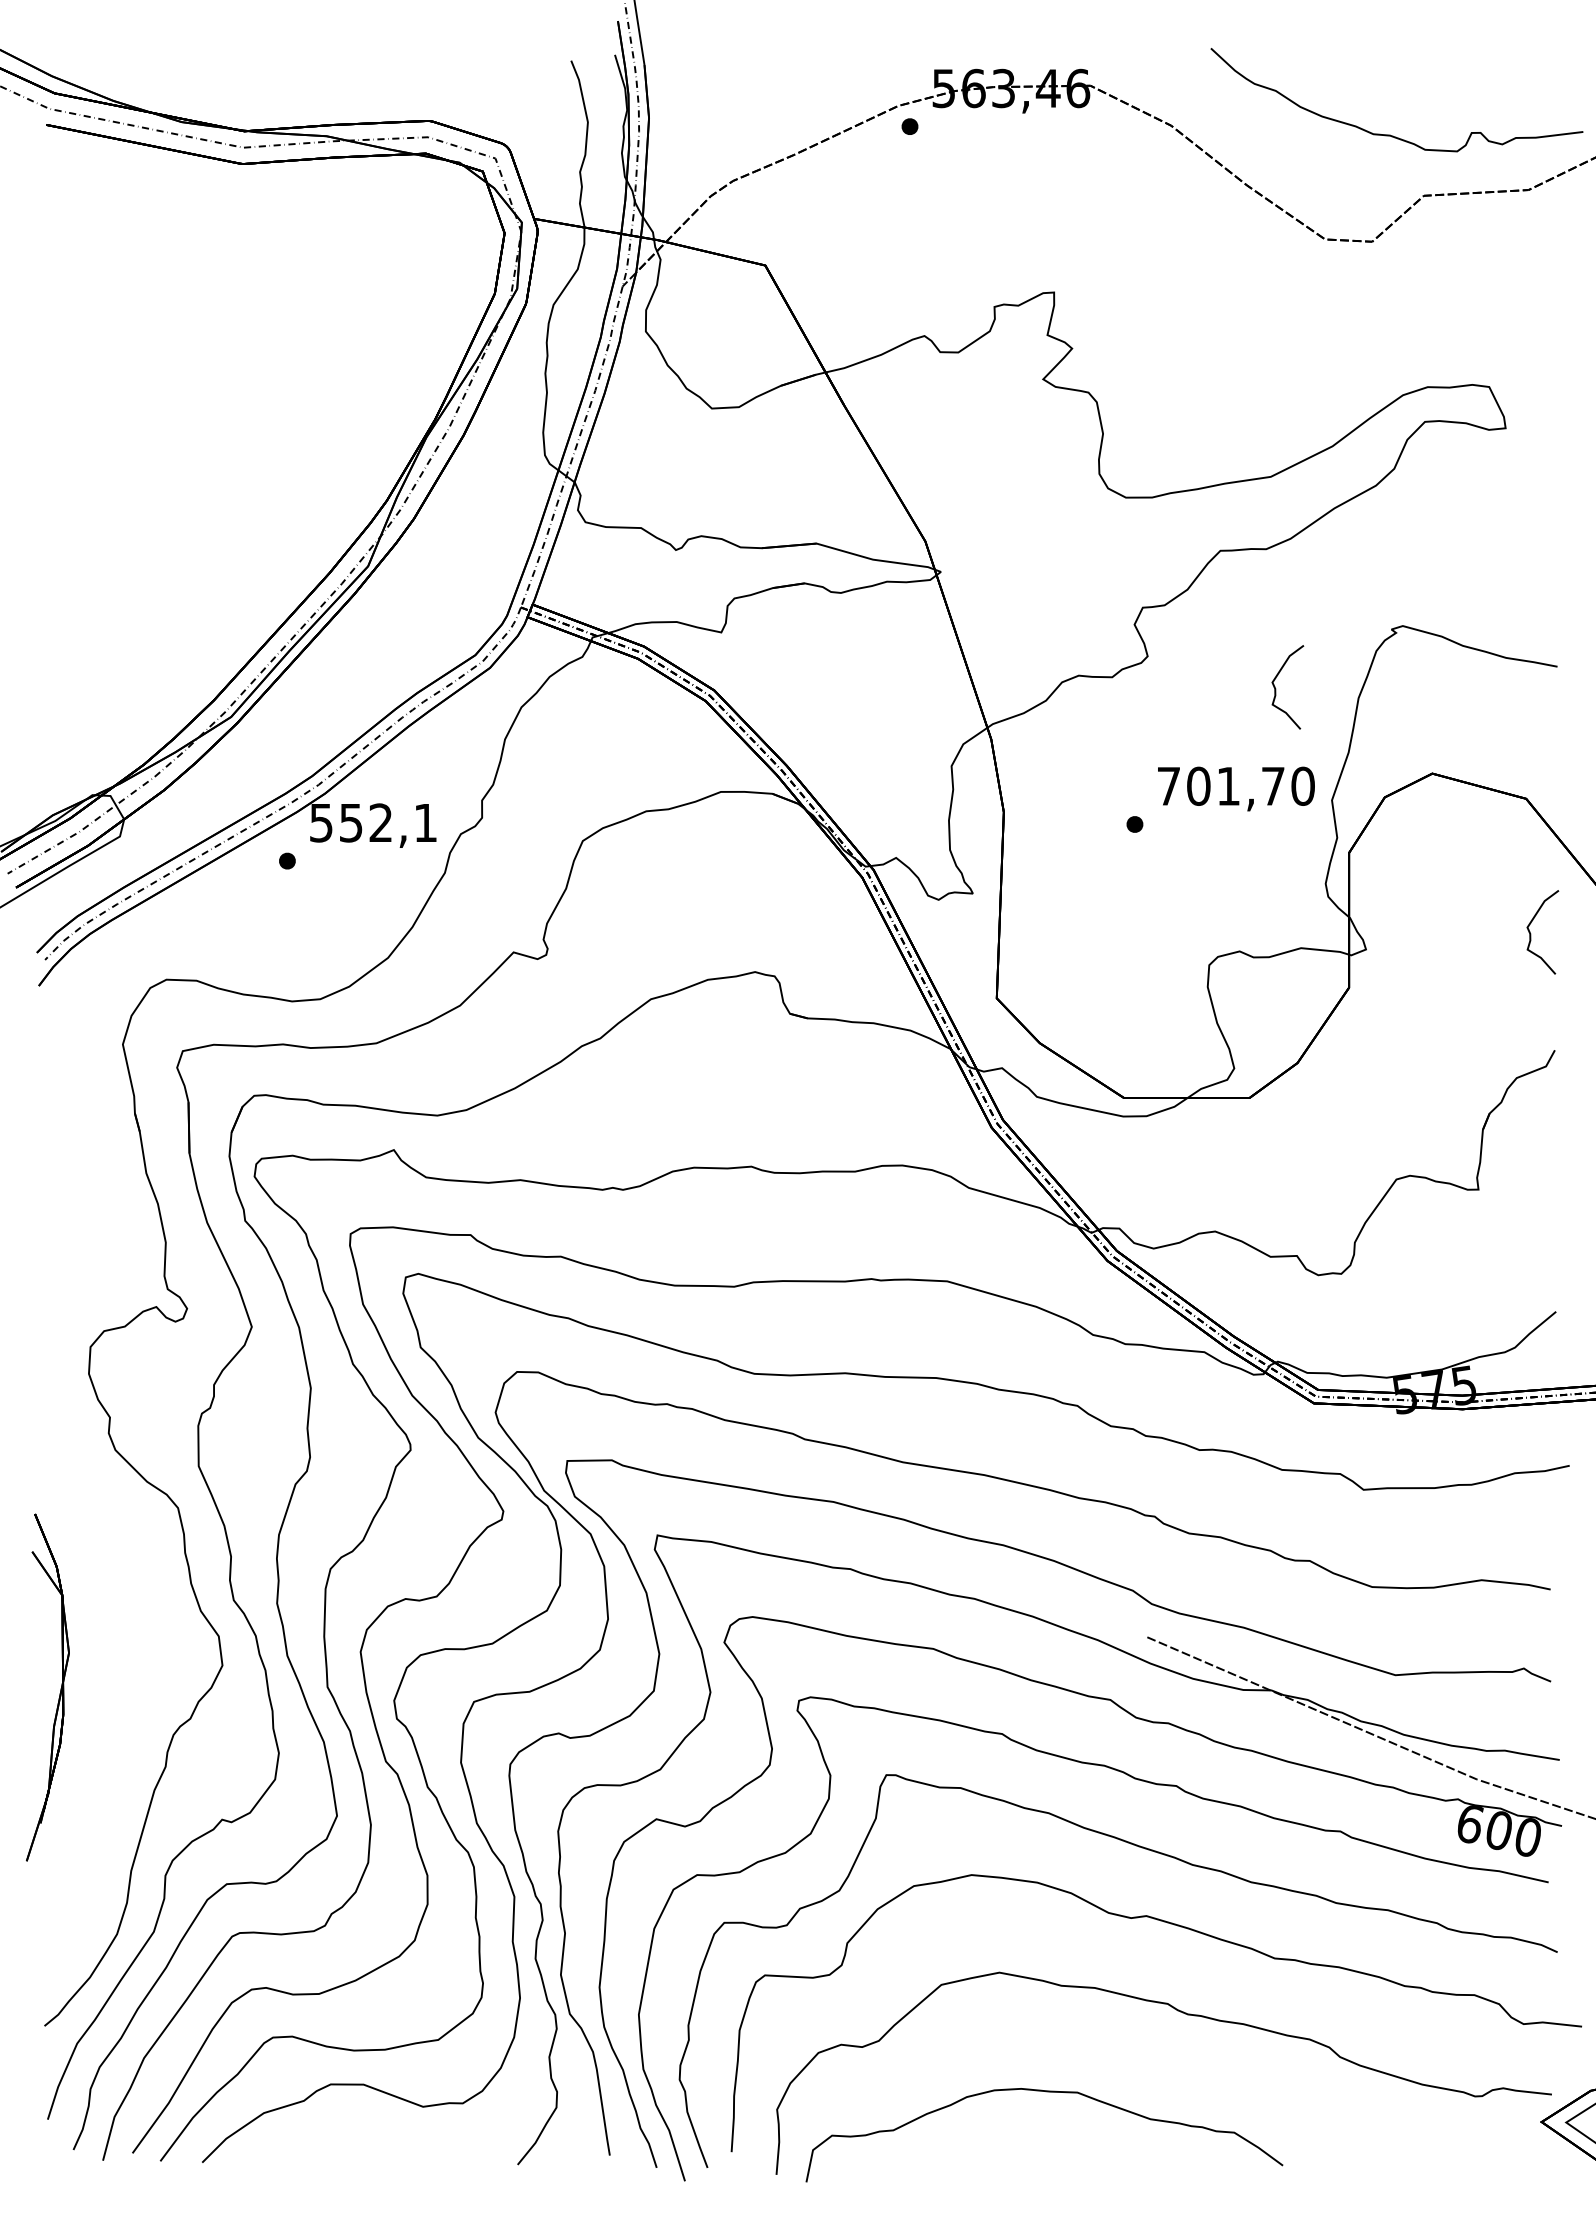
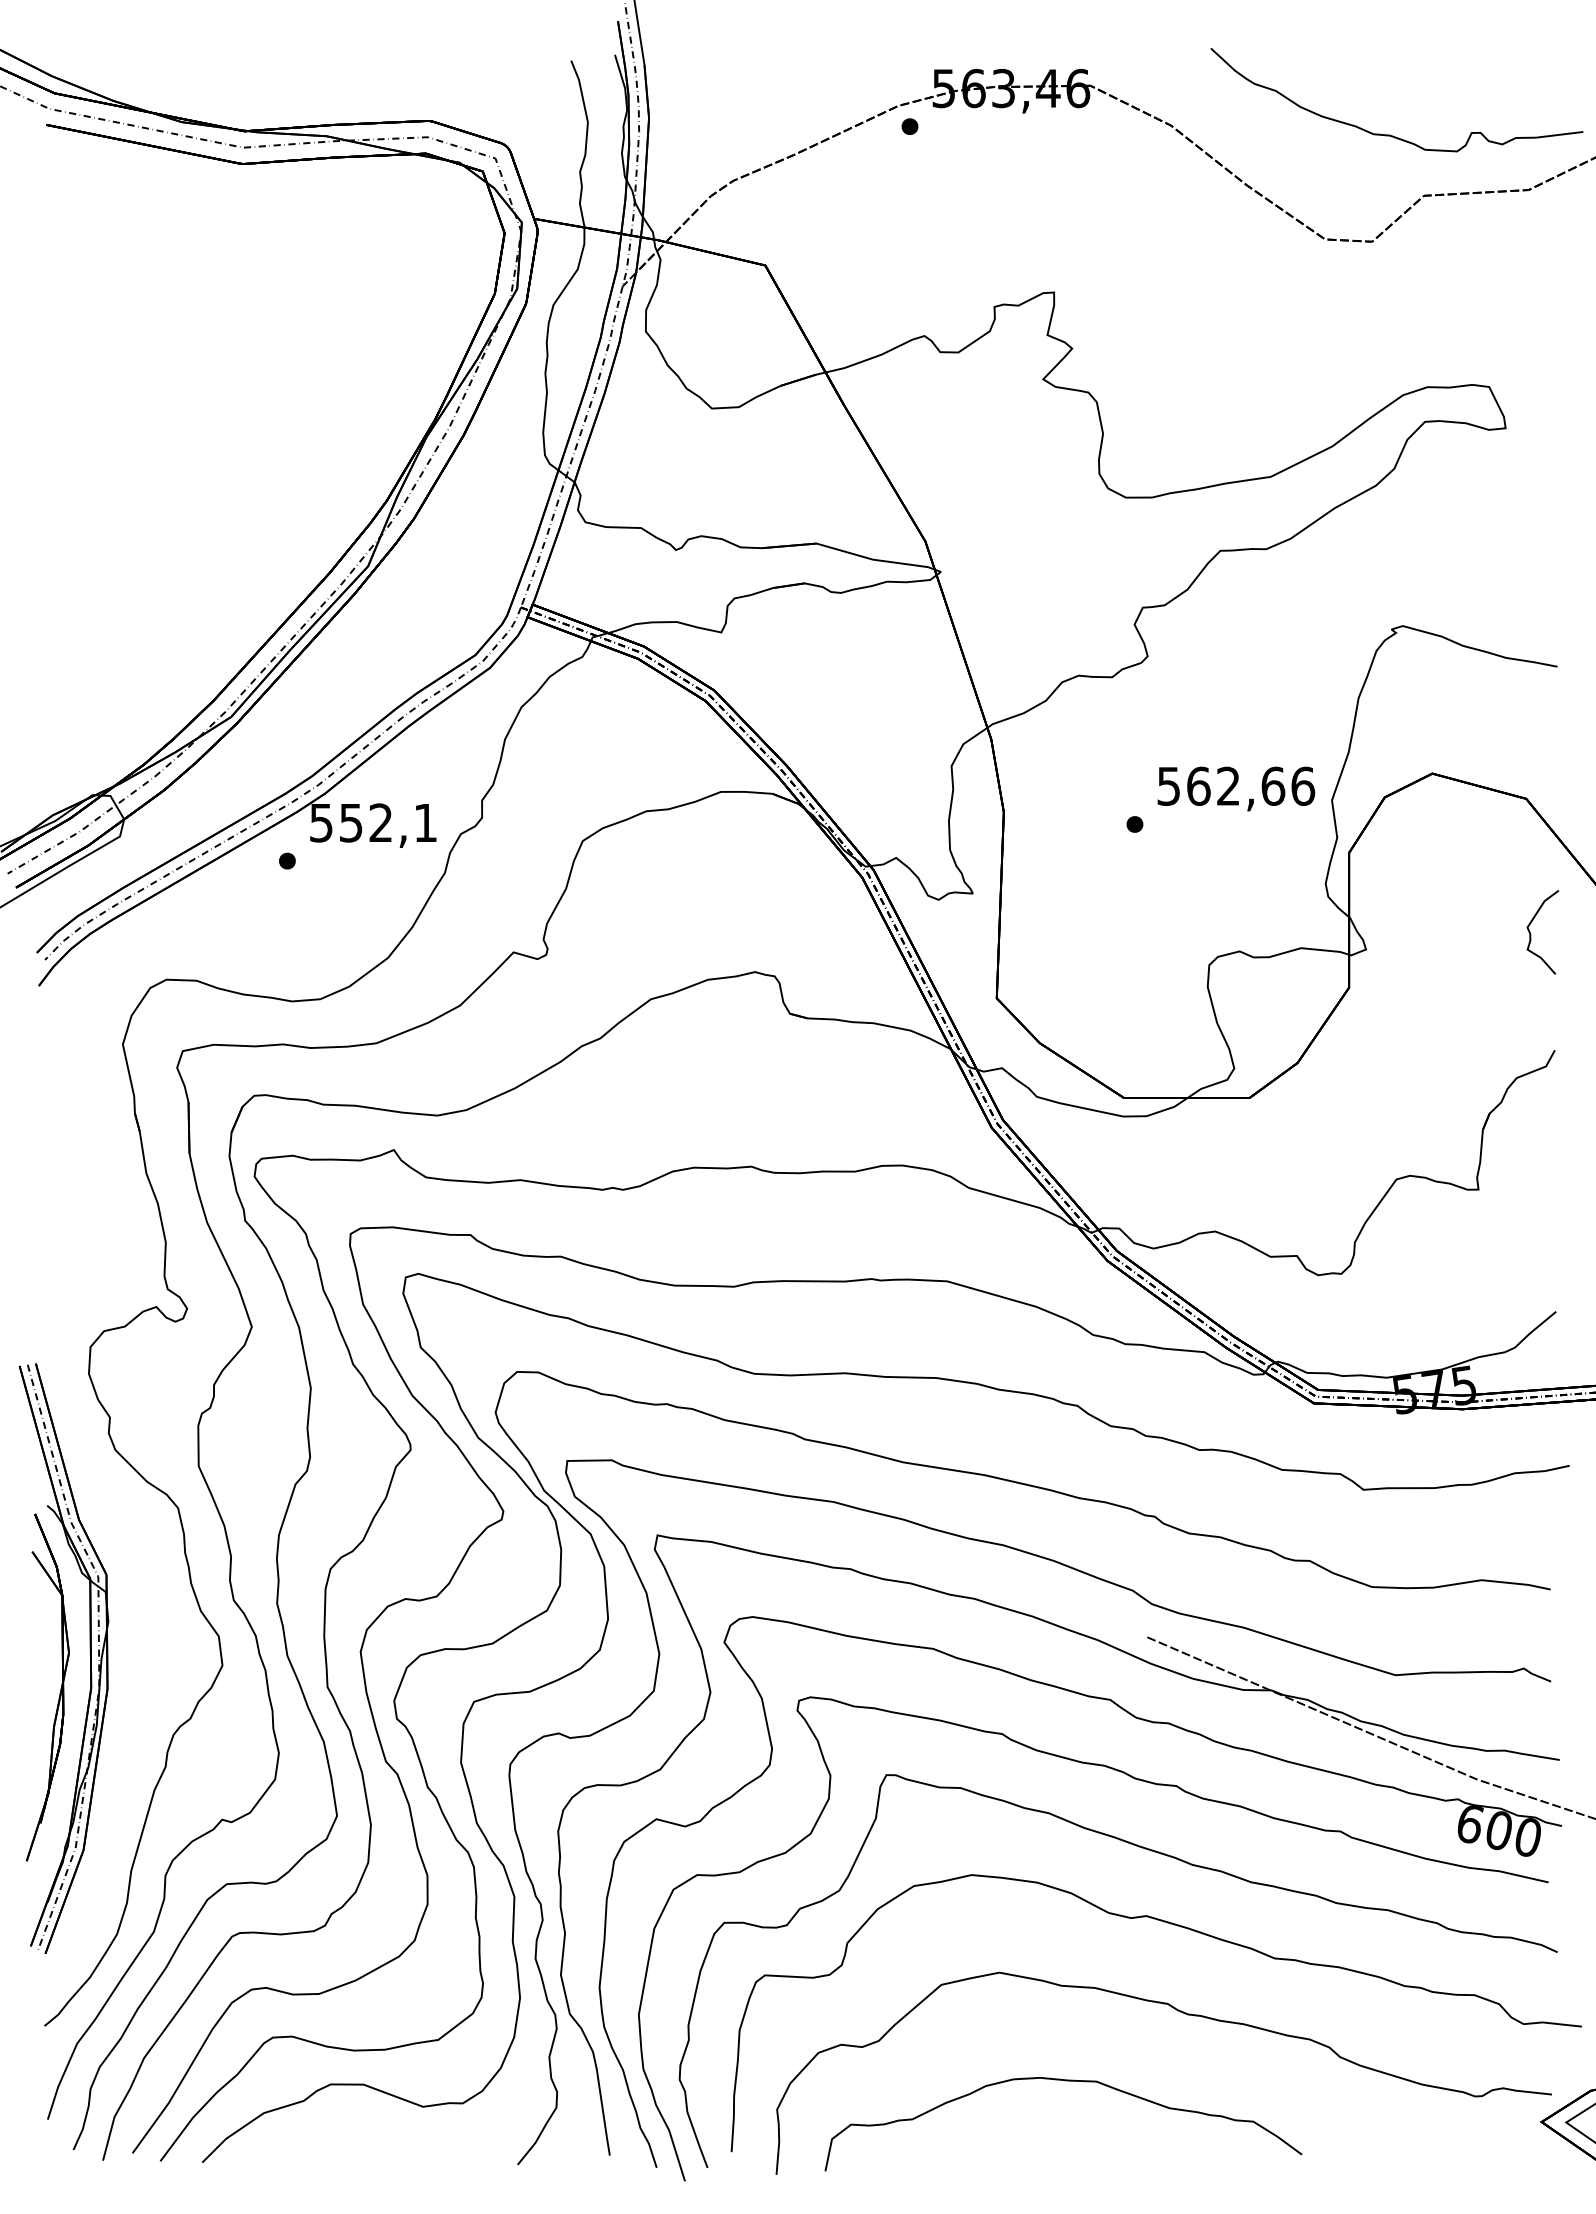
curve at (1276, 688): present -> none
text at (1236, 785): 701,70 -> 562,66
part at (89, 1651): none -> present
curve at (1046, 2092) position: (1046, 2092) -> (1065, 2081)
